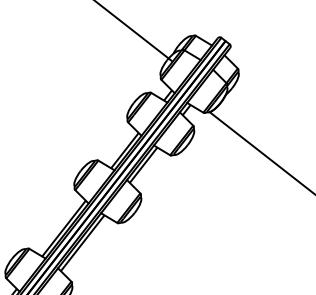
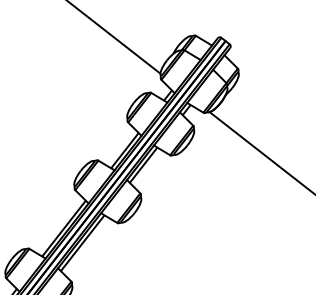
line at (133, 31) position: (133, 31) -> (114, 37)
